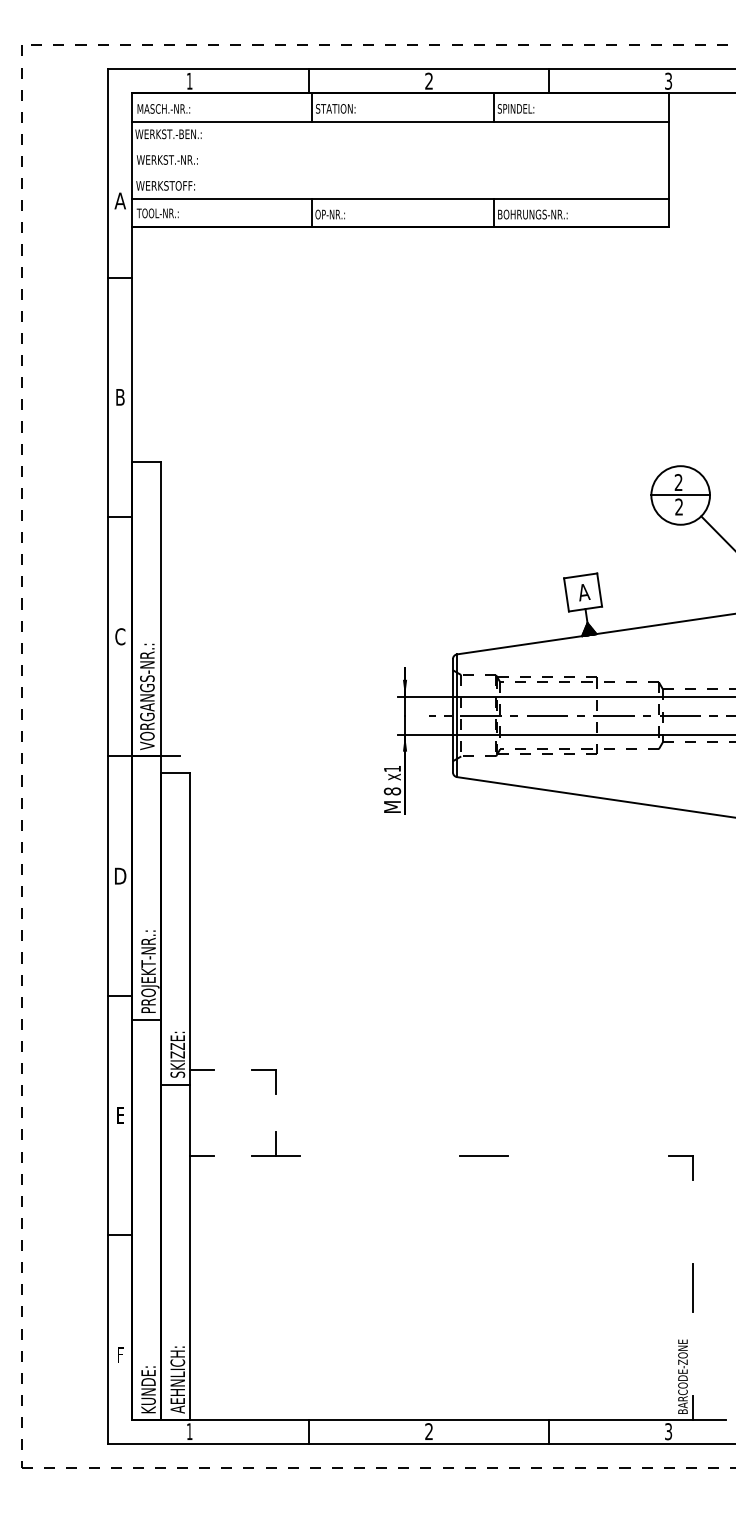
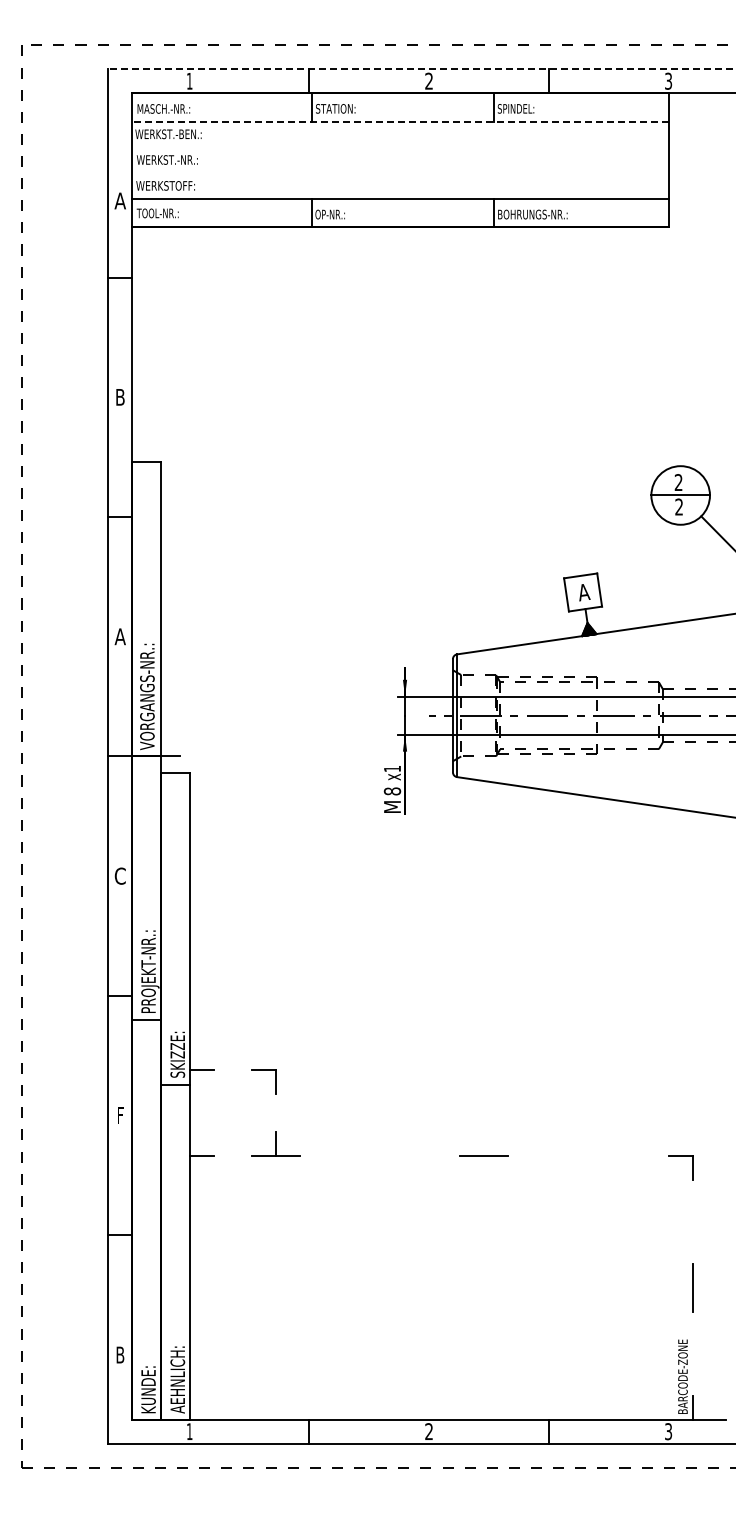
line at (421, 69): solid -> dashed
line at (399, 122): solid -> dashed
text at (119, 636): C -> A
text at (120, 875): D -> C
text at (120, 1115): E -> F
text at (120, 1354): F -> B
